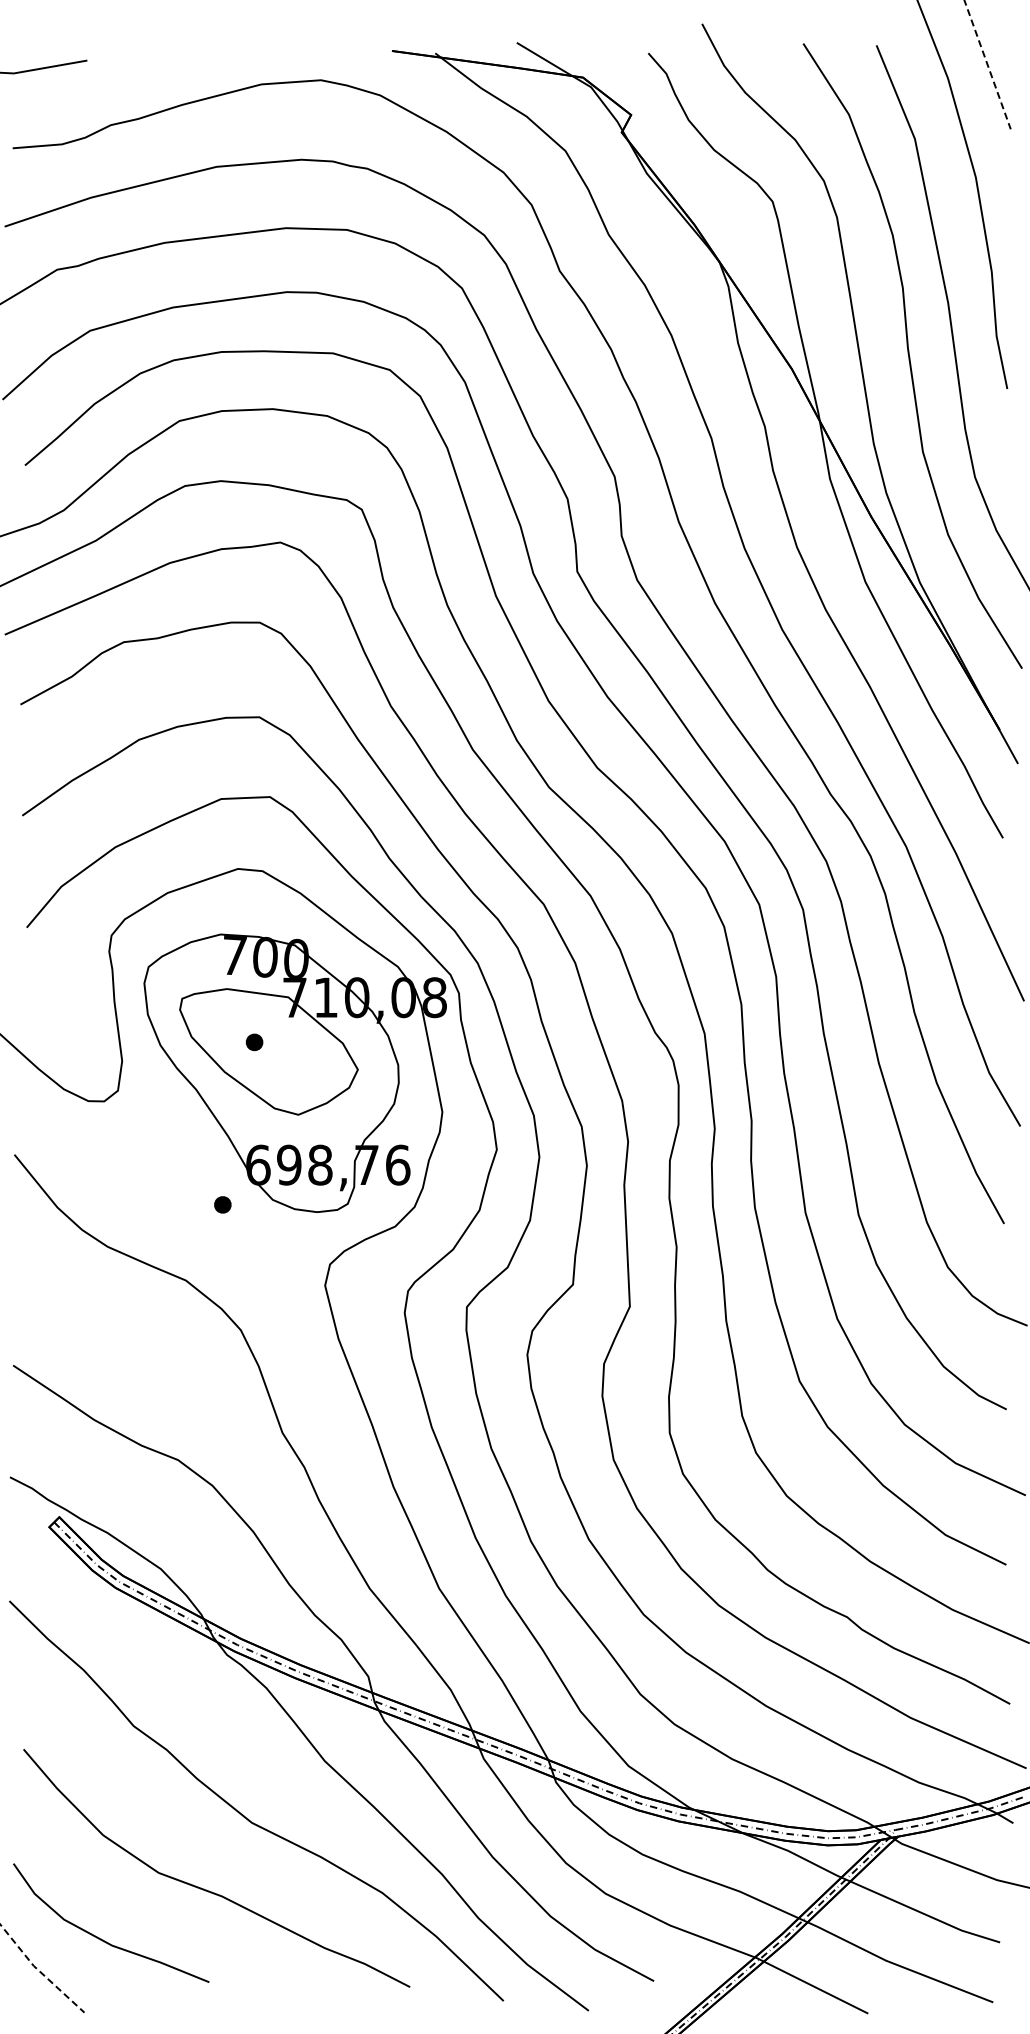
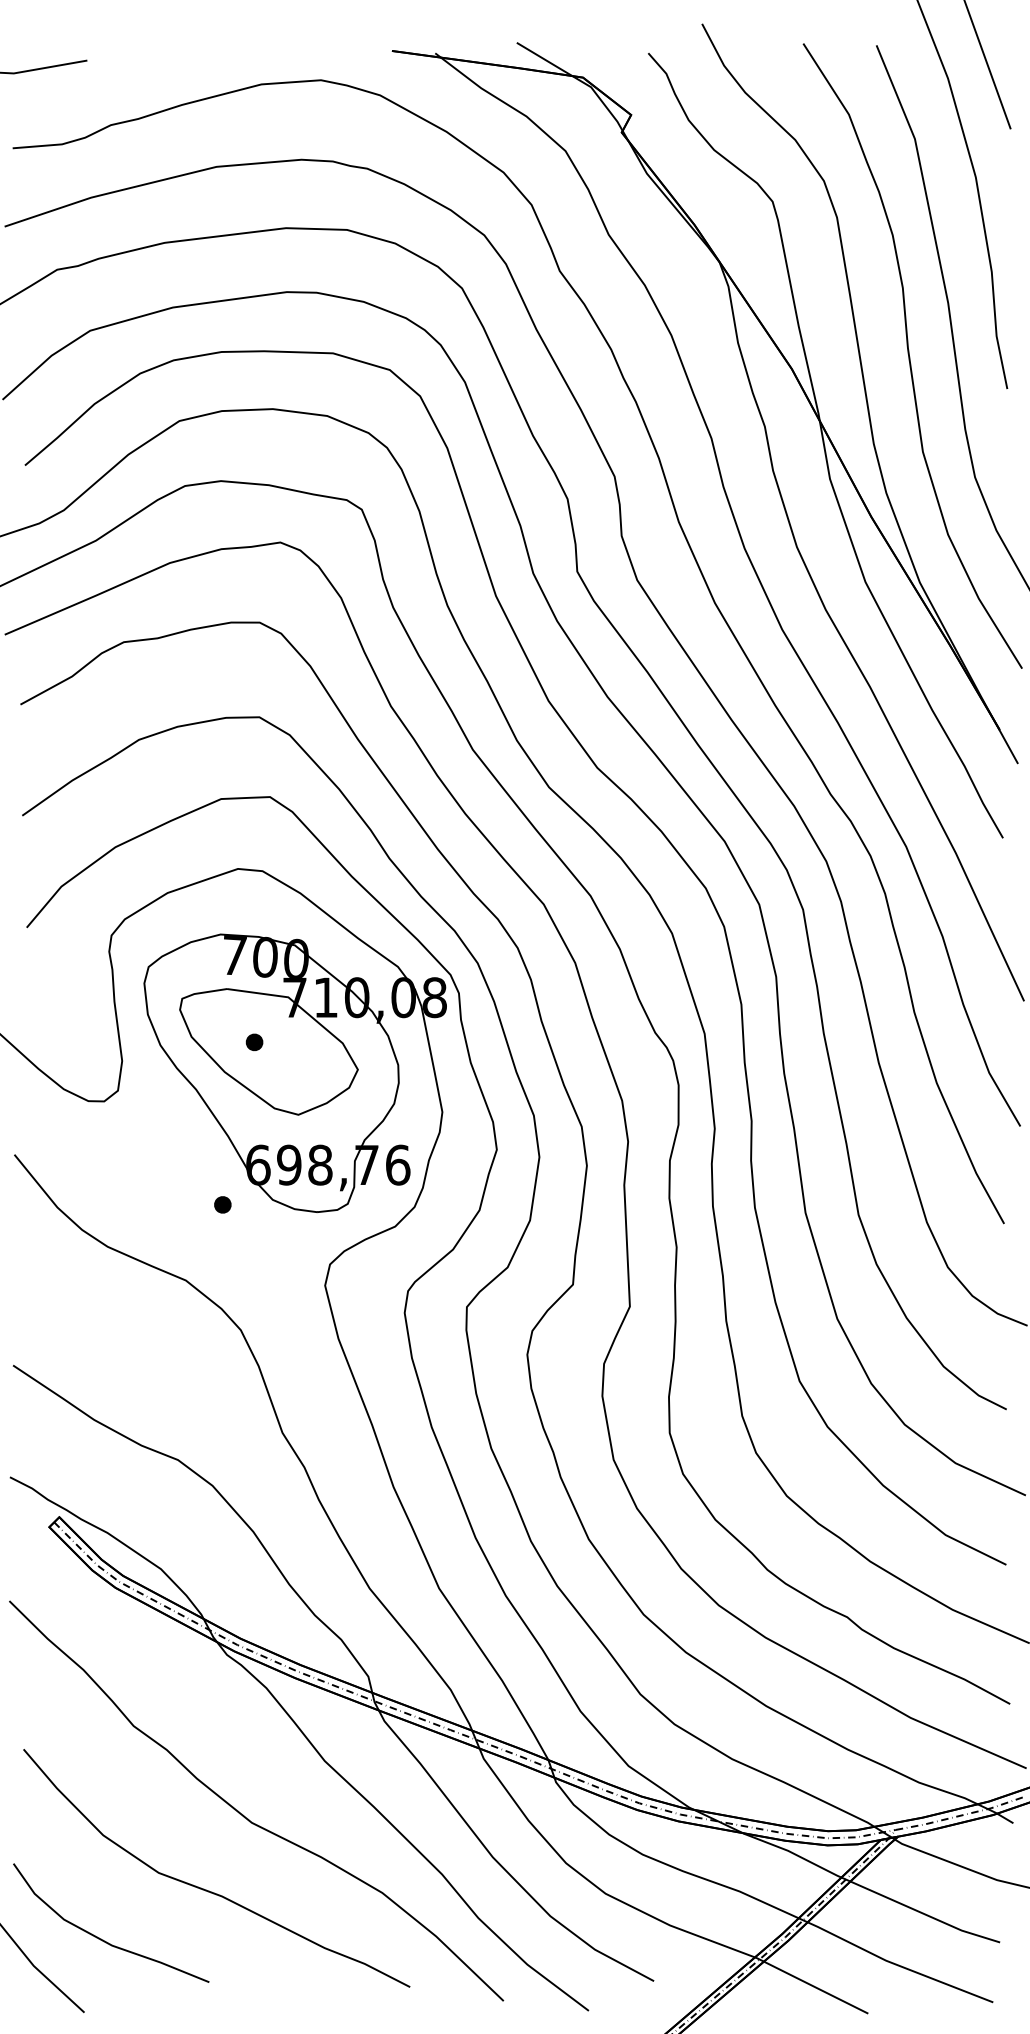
line at (987, 65): dashed -> solid
line at (39, 1971): dashed -> solid
